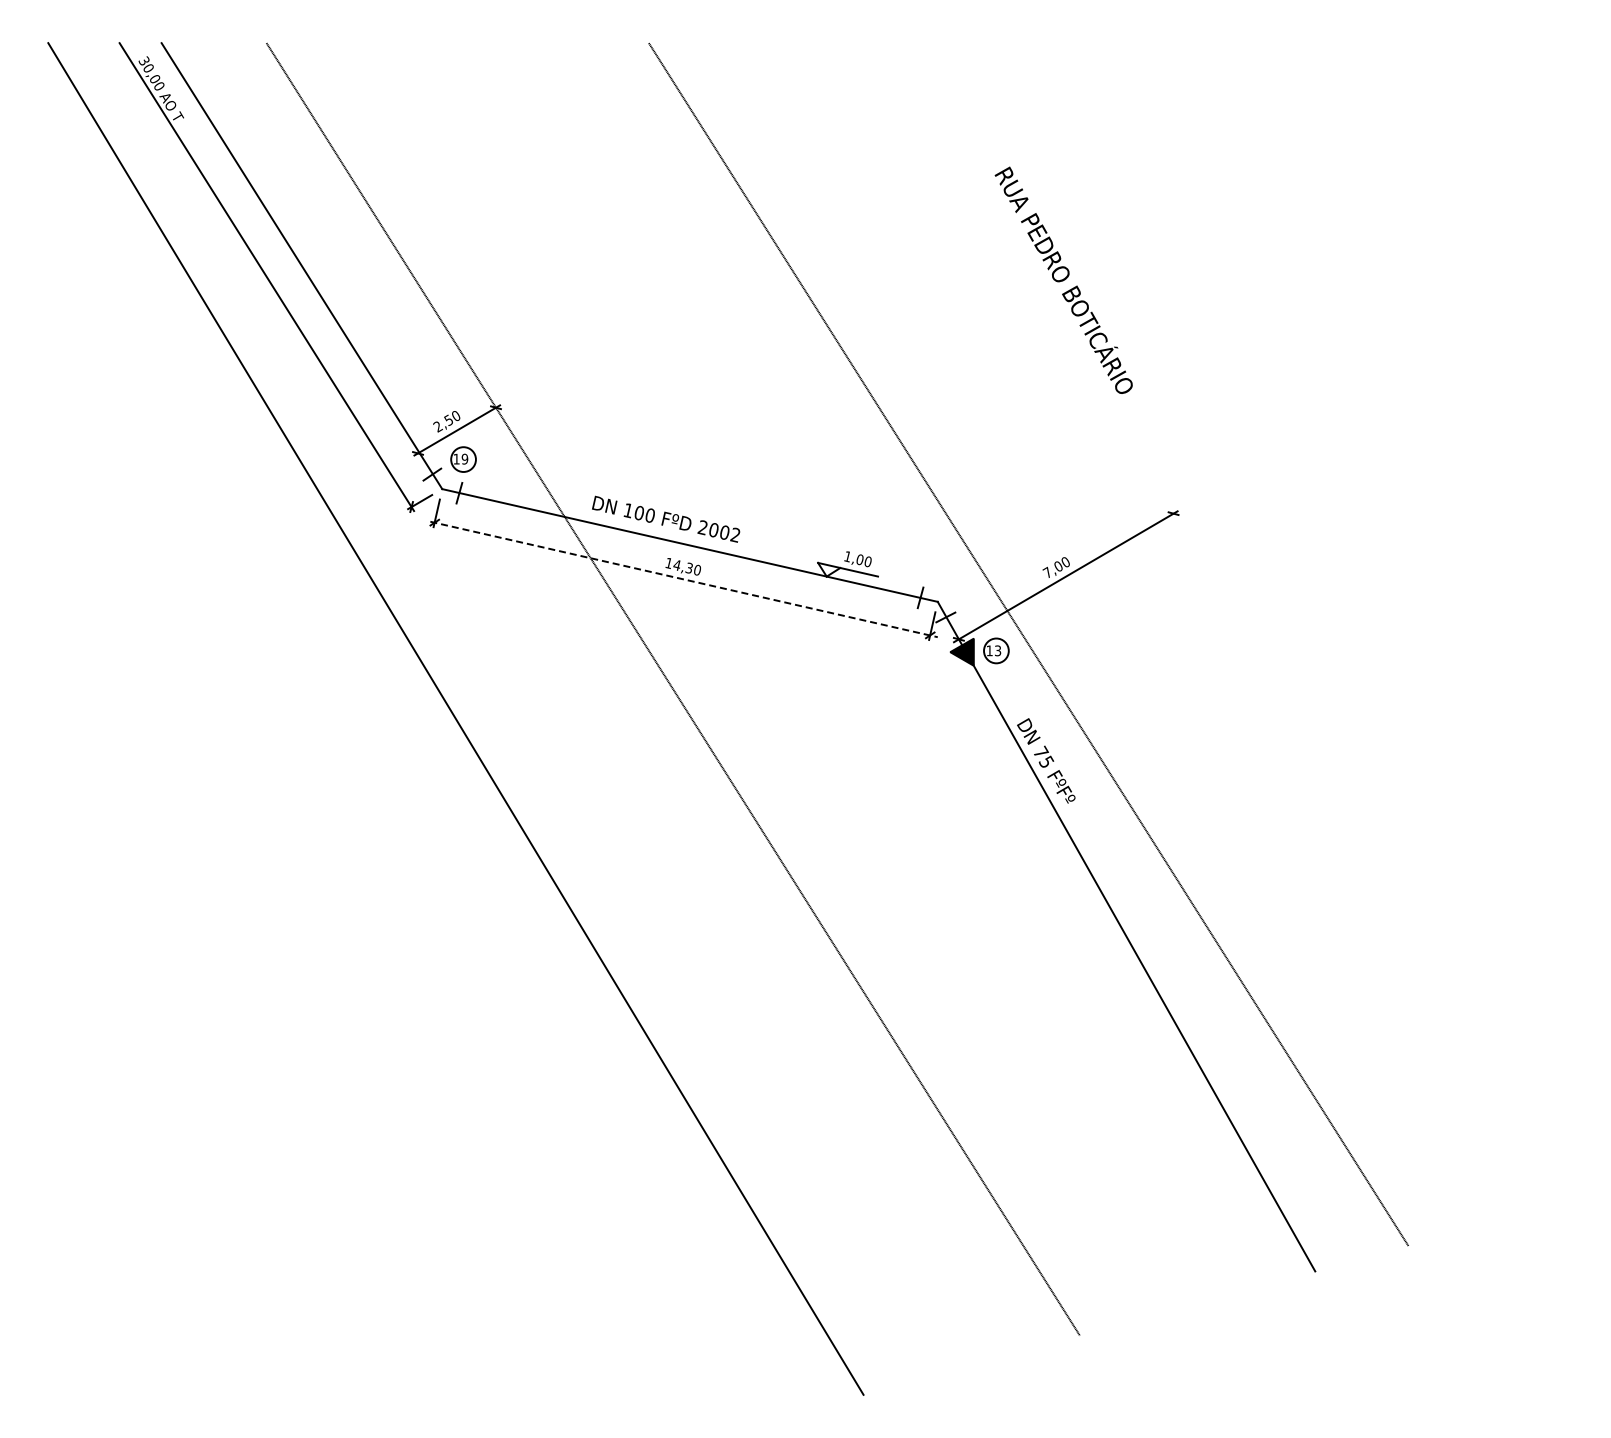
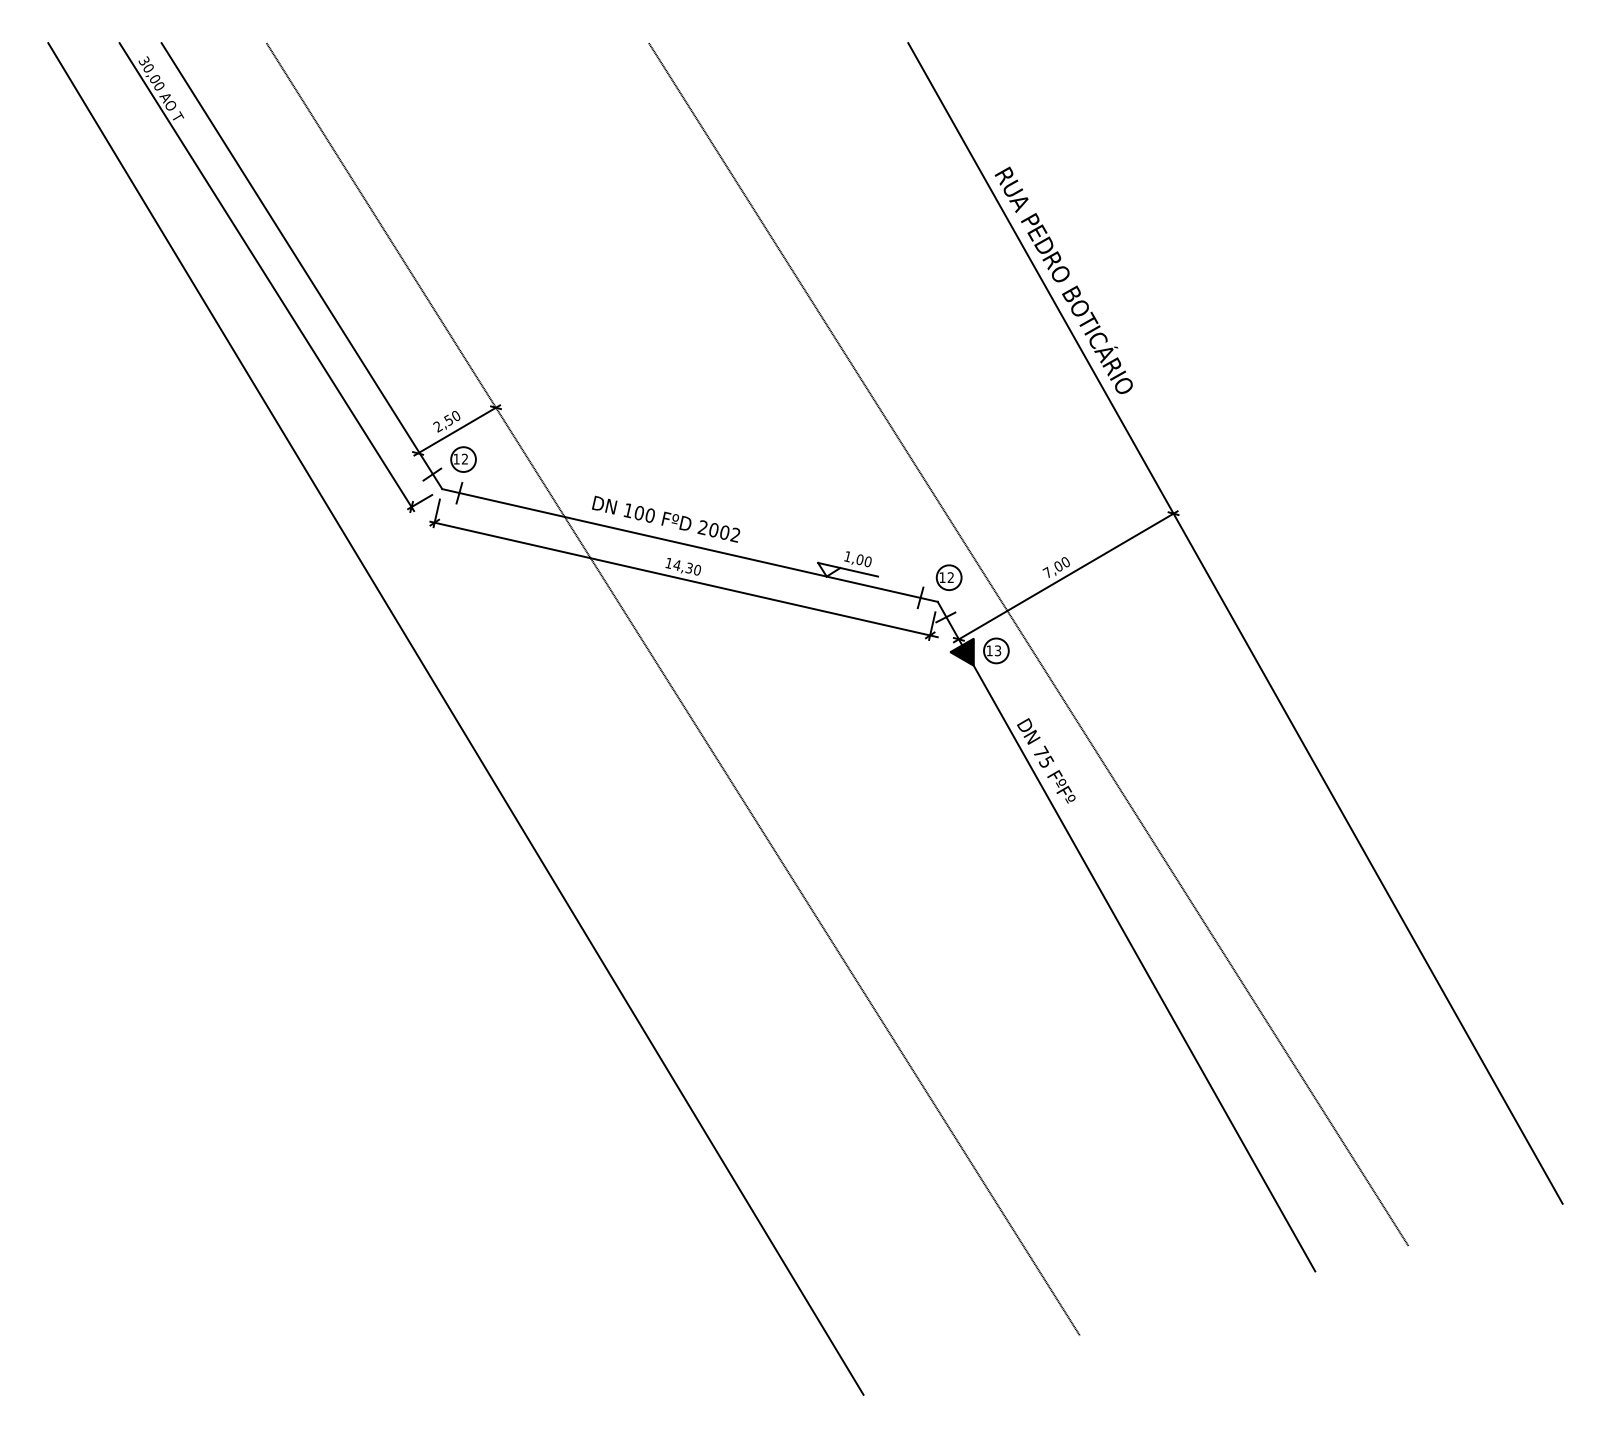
text at (464, 458): 19 -> 12
part at (948, 577): none -> present
line at (684, 579): dashed -> solid
line at (1235, 623): none -> present
